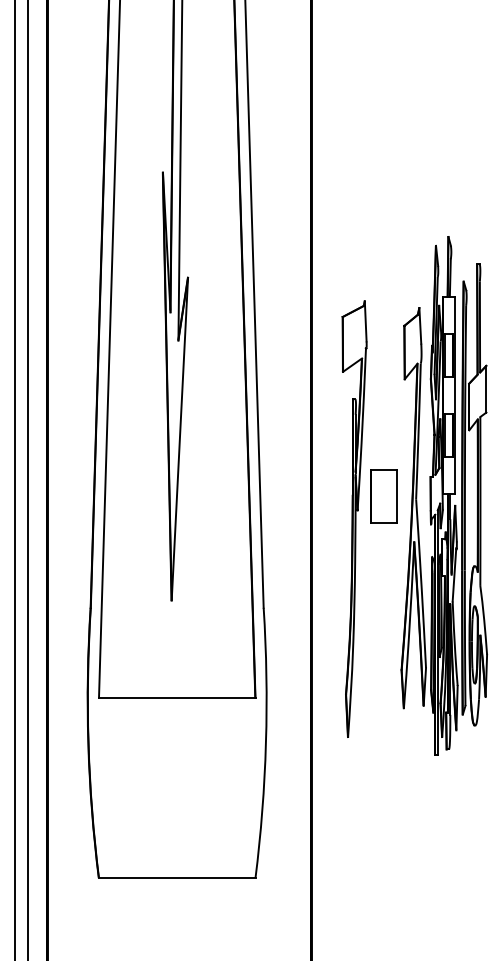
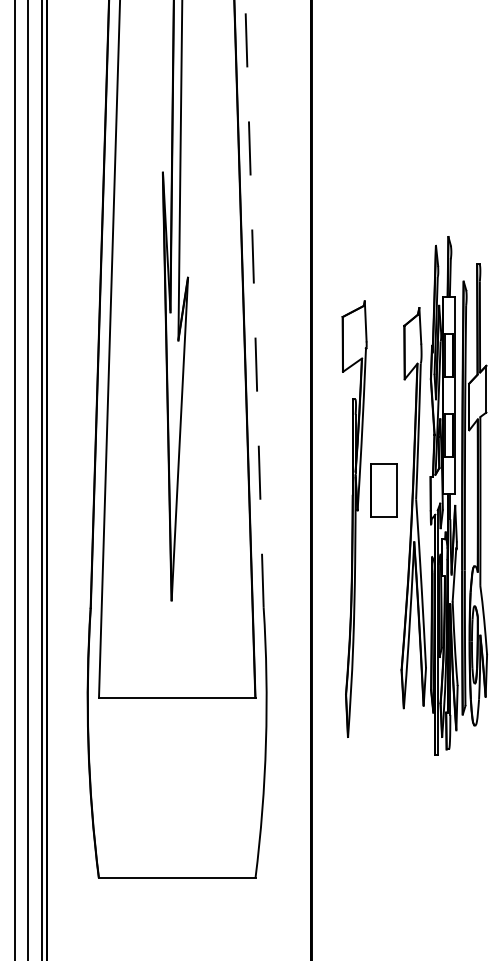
line at (254, 303): solid -> dashed
line at (47, 479) position: (47, 479) -> (41, 479)
part at (383, 496) position: (383, 496) -> (383, 490)
